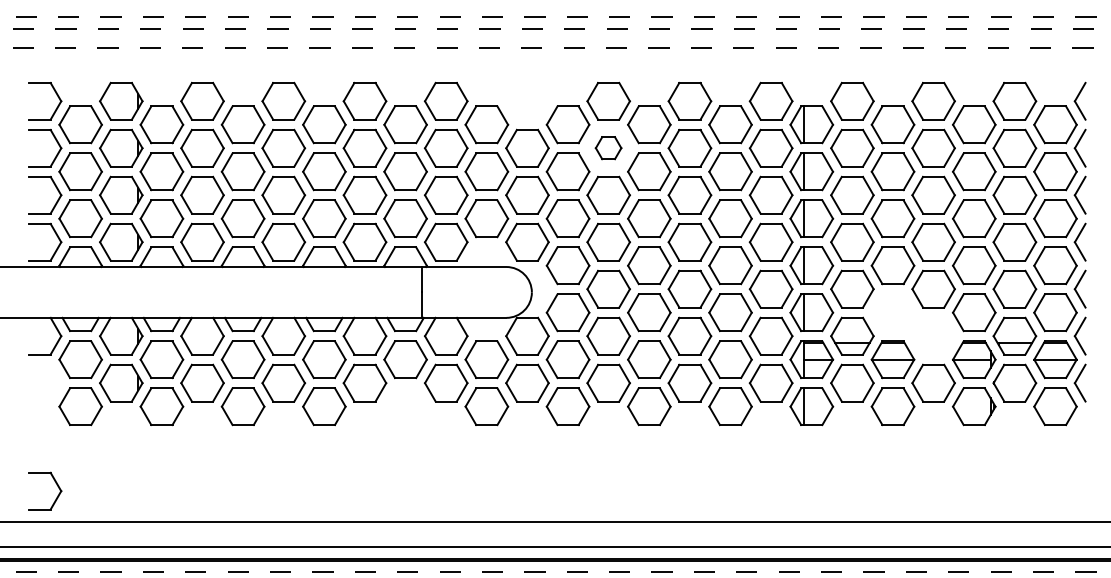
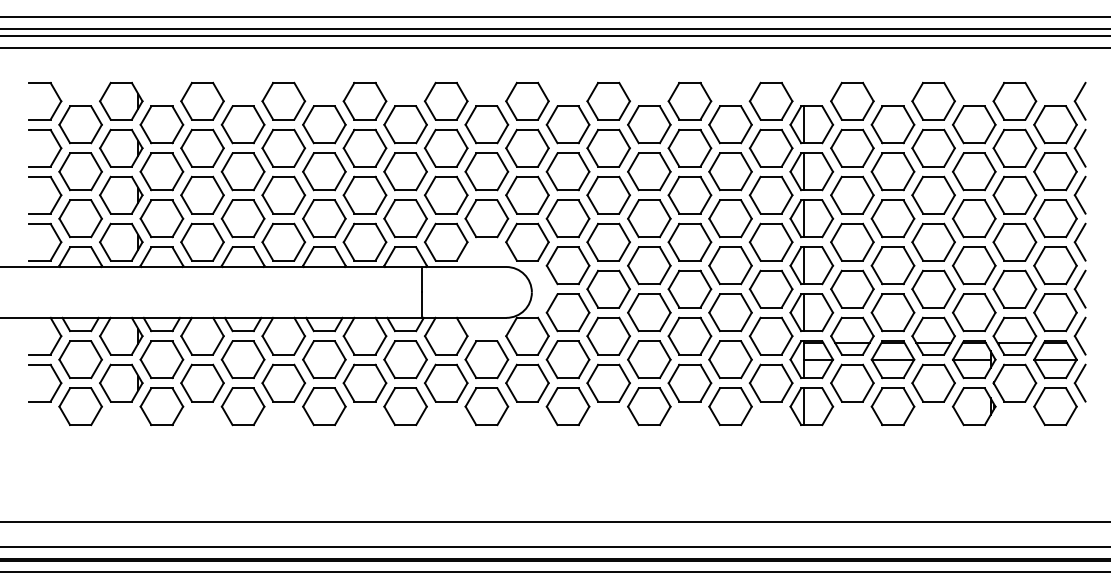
line at (555, 17): dashed -> solid
line at (555, 29): dashed -> solid
line at (554, 36): none -> present
line at (555, 48): dashed -> solid
part at (527, 100): none -> present
part at (608, 148) size: 29x25 px -> 45x40 px
part at (912, 324): none -> present
part at (405, 406): none -> present
part at (56, 485) position: (56, 485) -> (56, 377)
line at (555, 572): dashed -> solid
